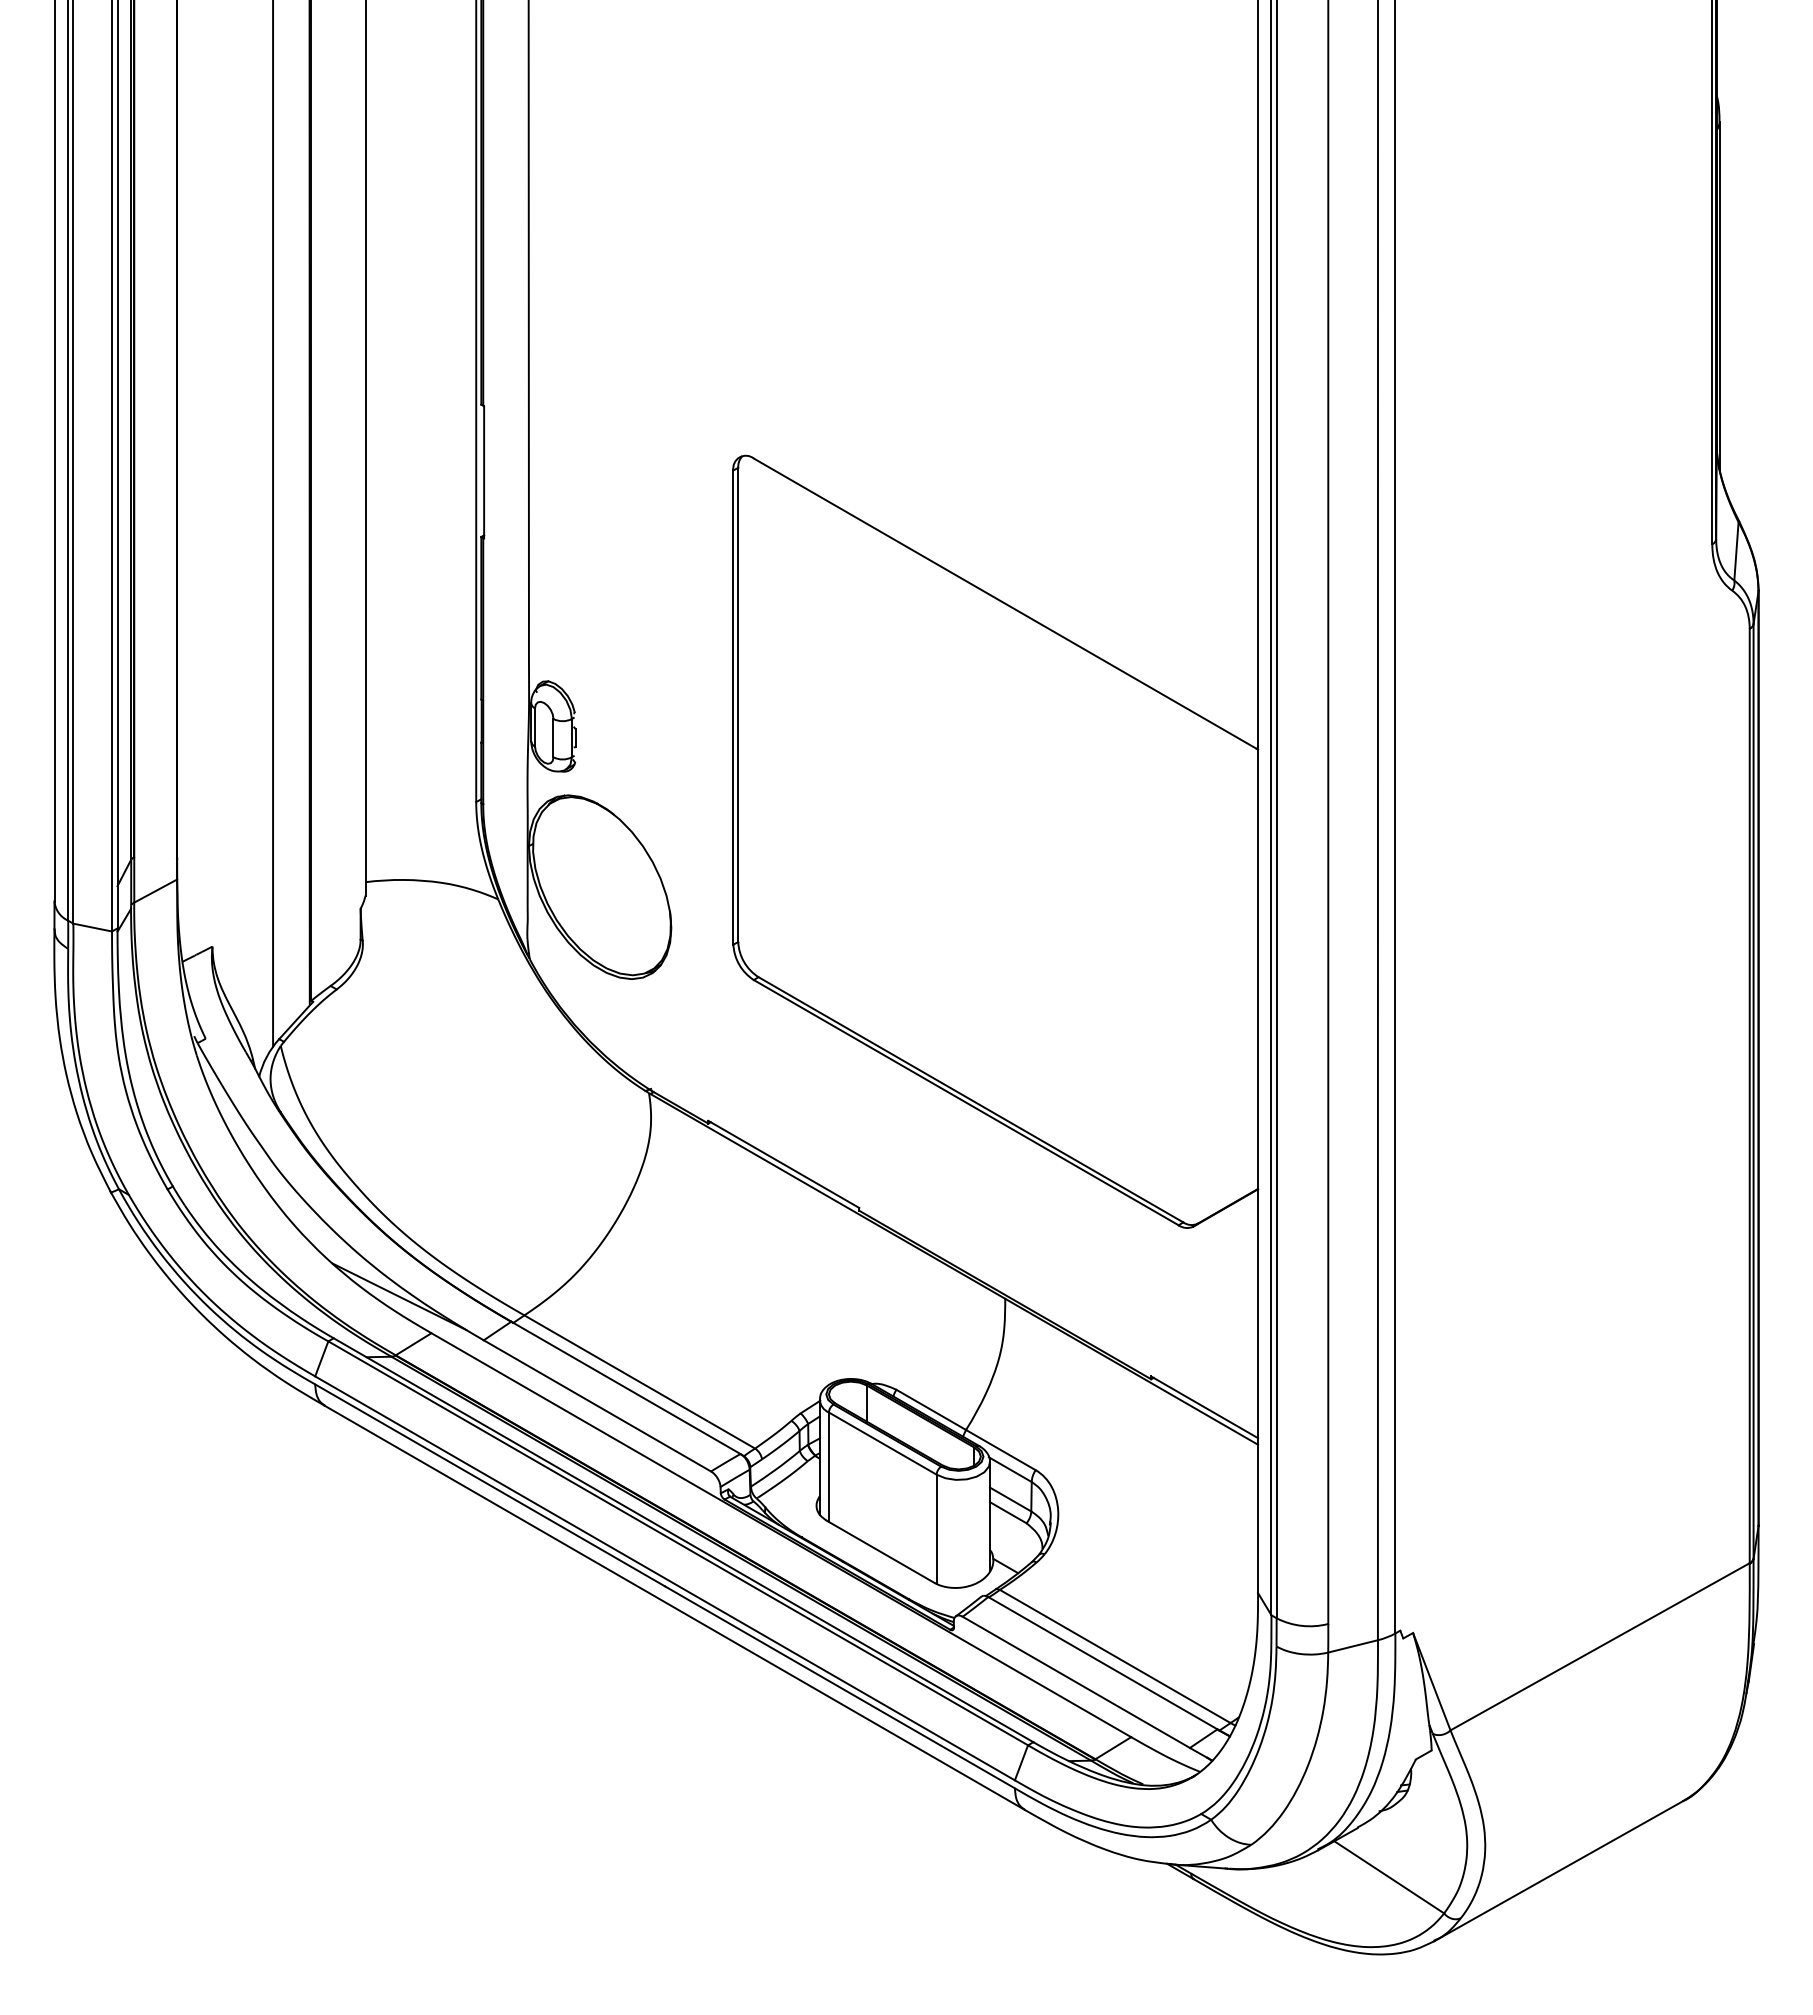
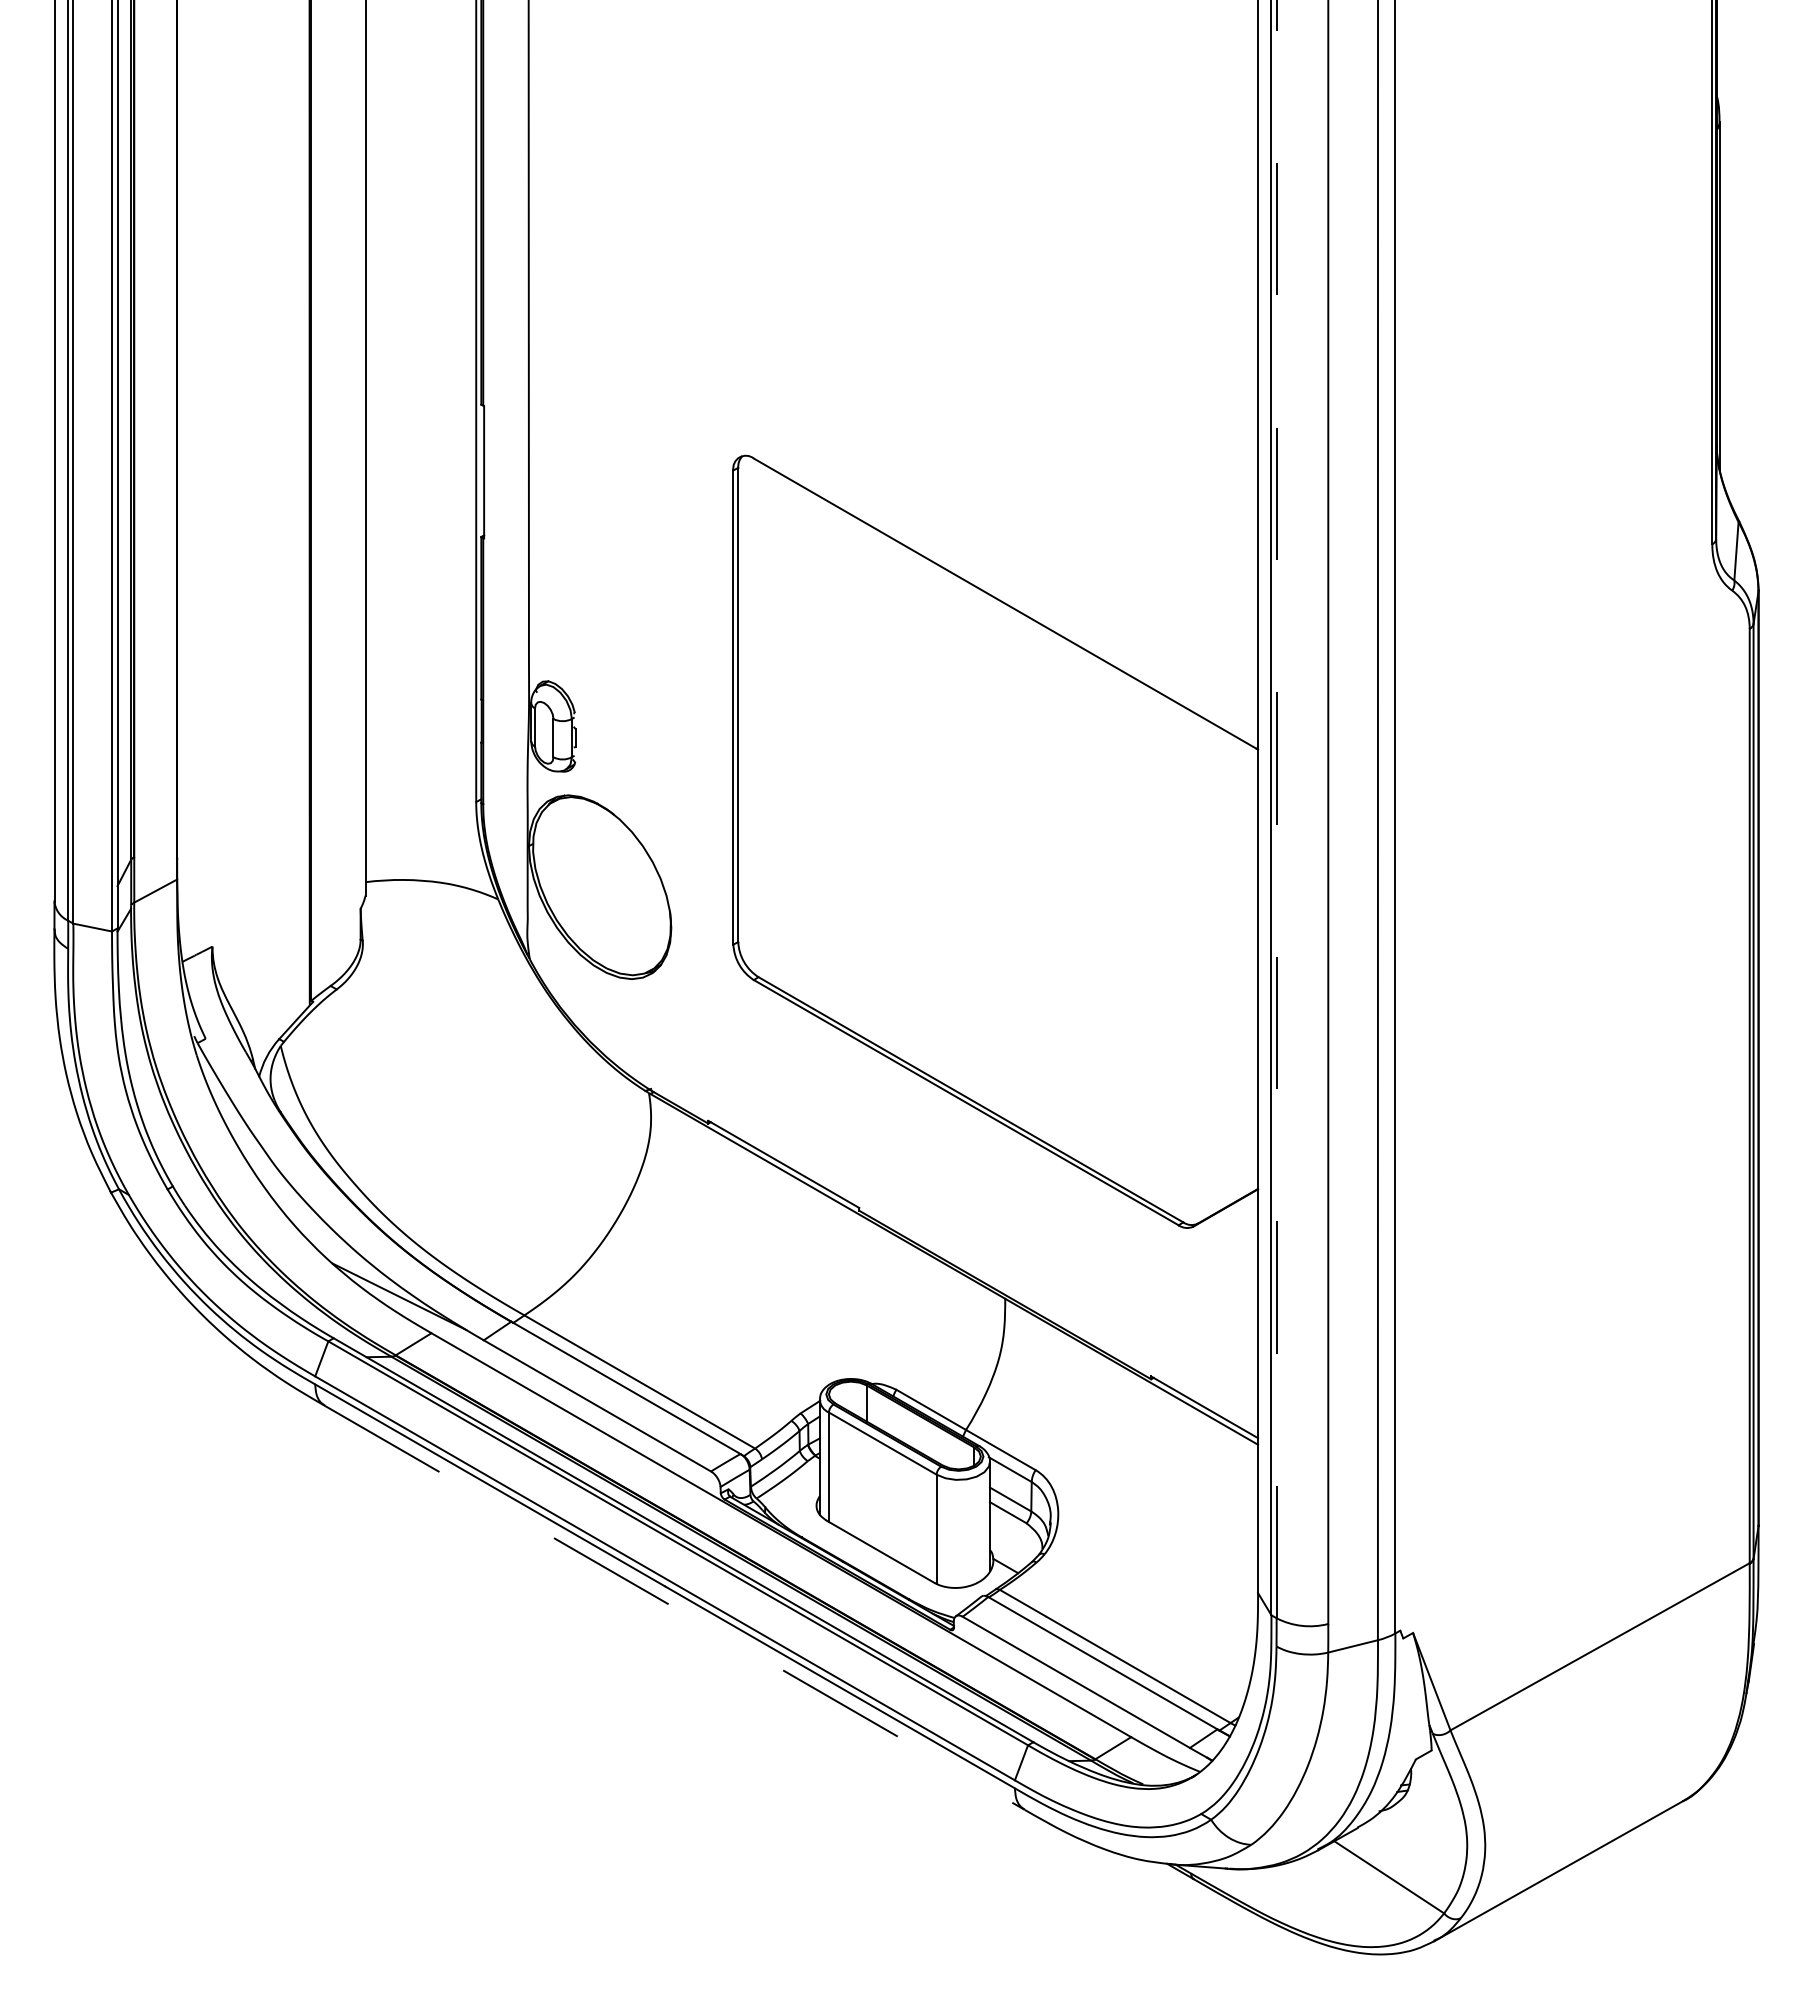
line at (273, 524): present -> none
line at (1276, 809): solid -> dashed
line at (674, 1607): solid -> dashed
